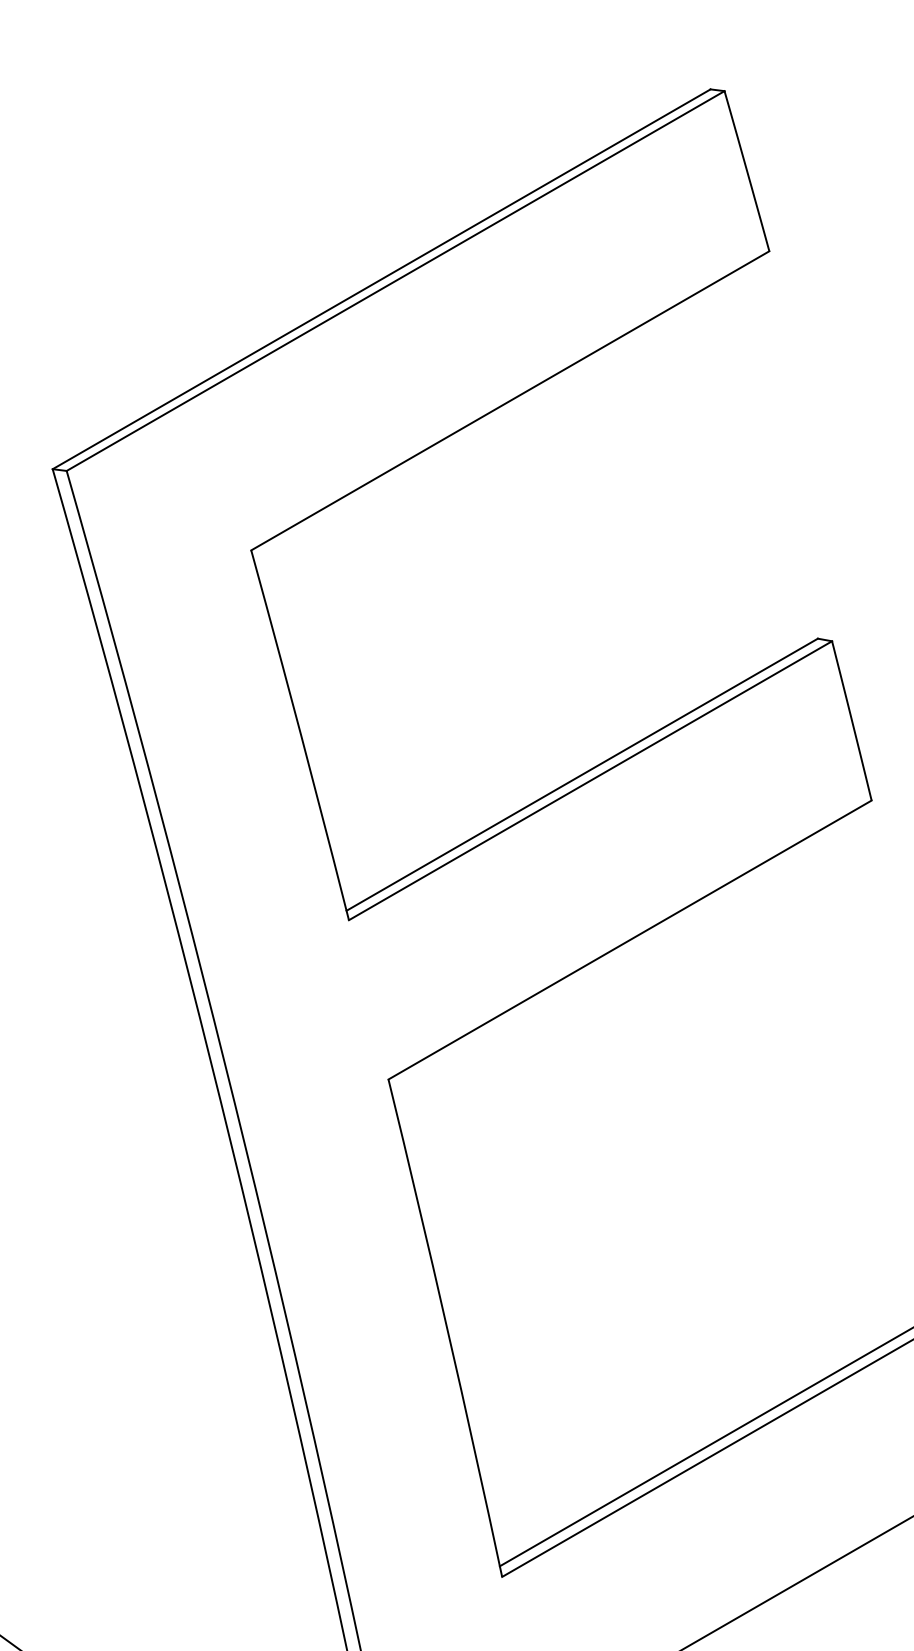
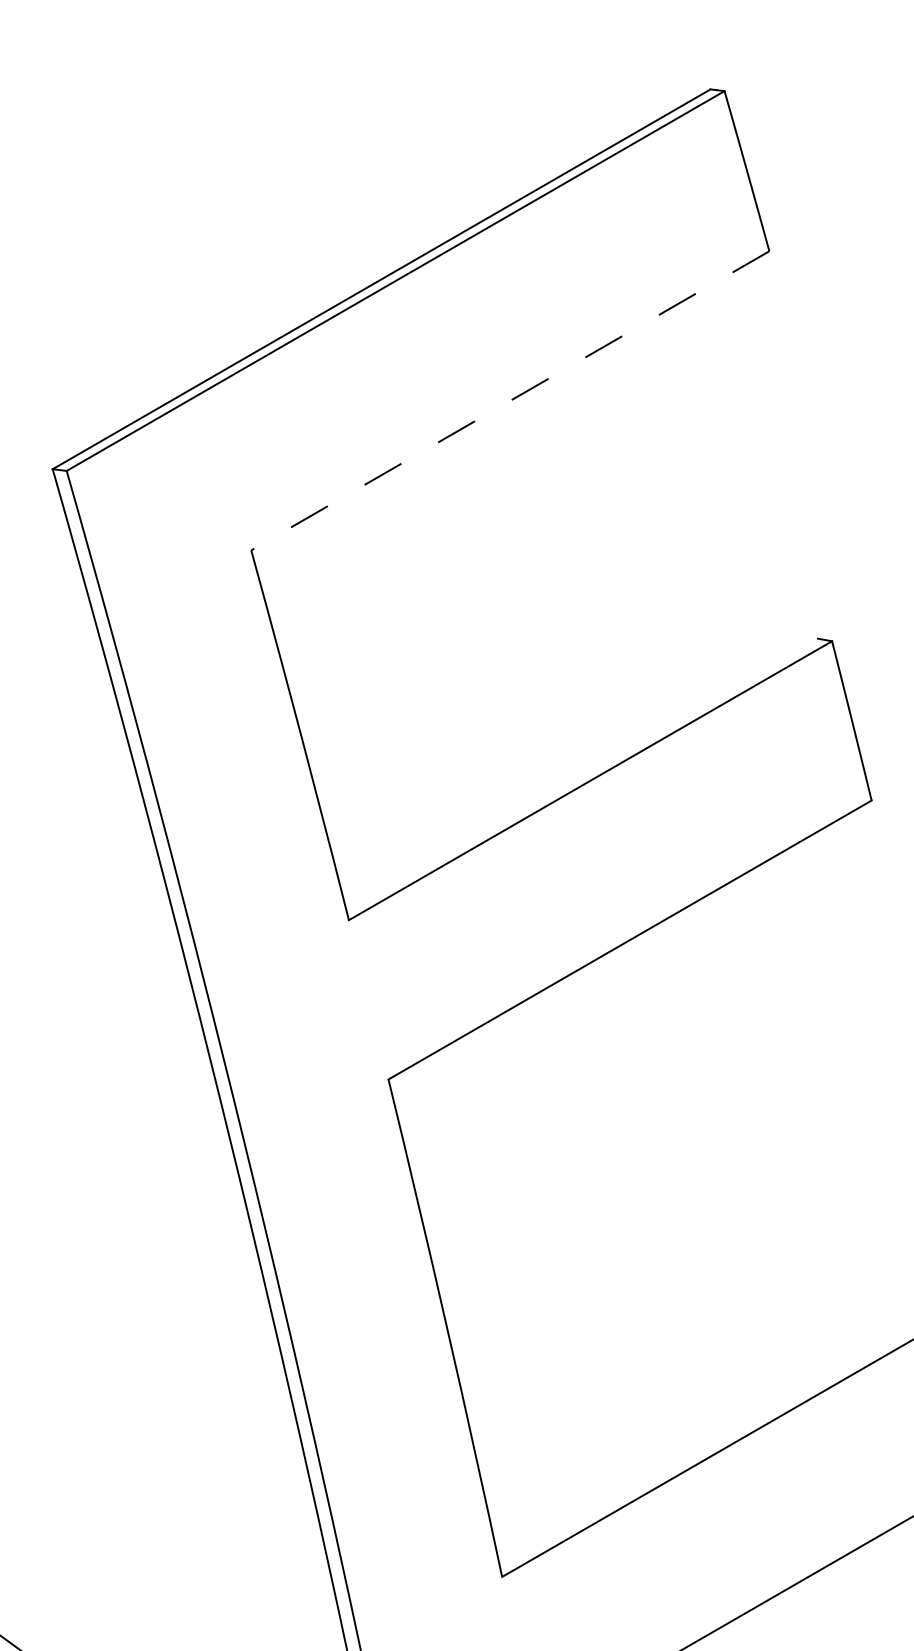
line at (509, 401): solid -> dashed
line at (581, 774): present -> none
line at (704, 1447): present -> none
